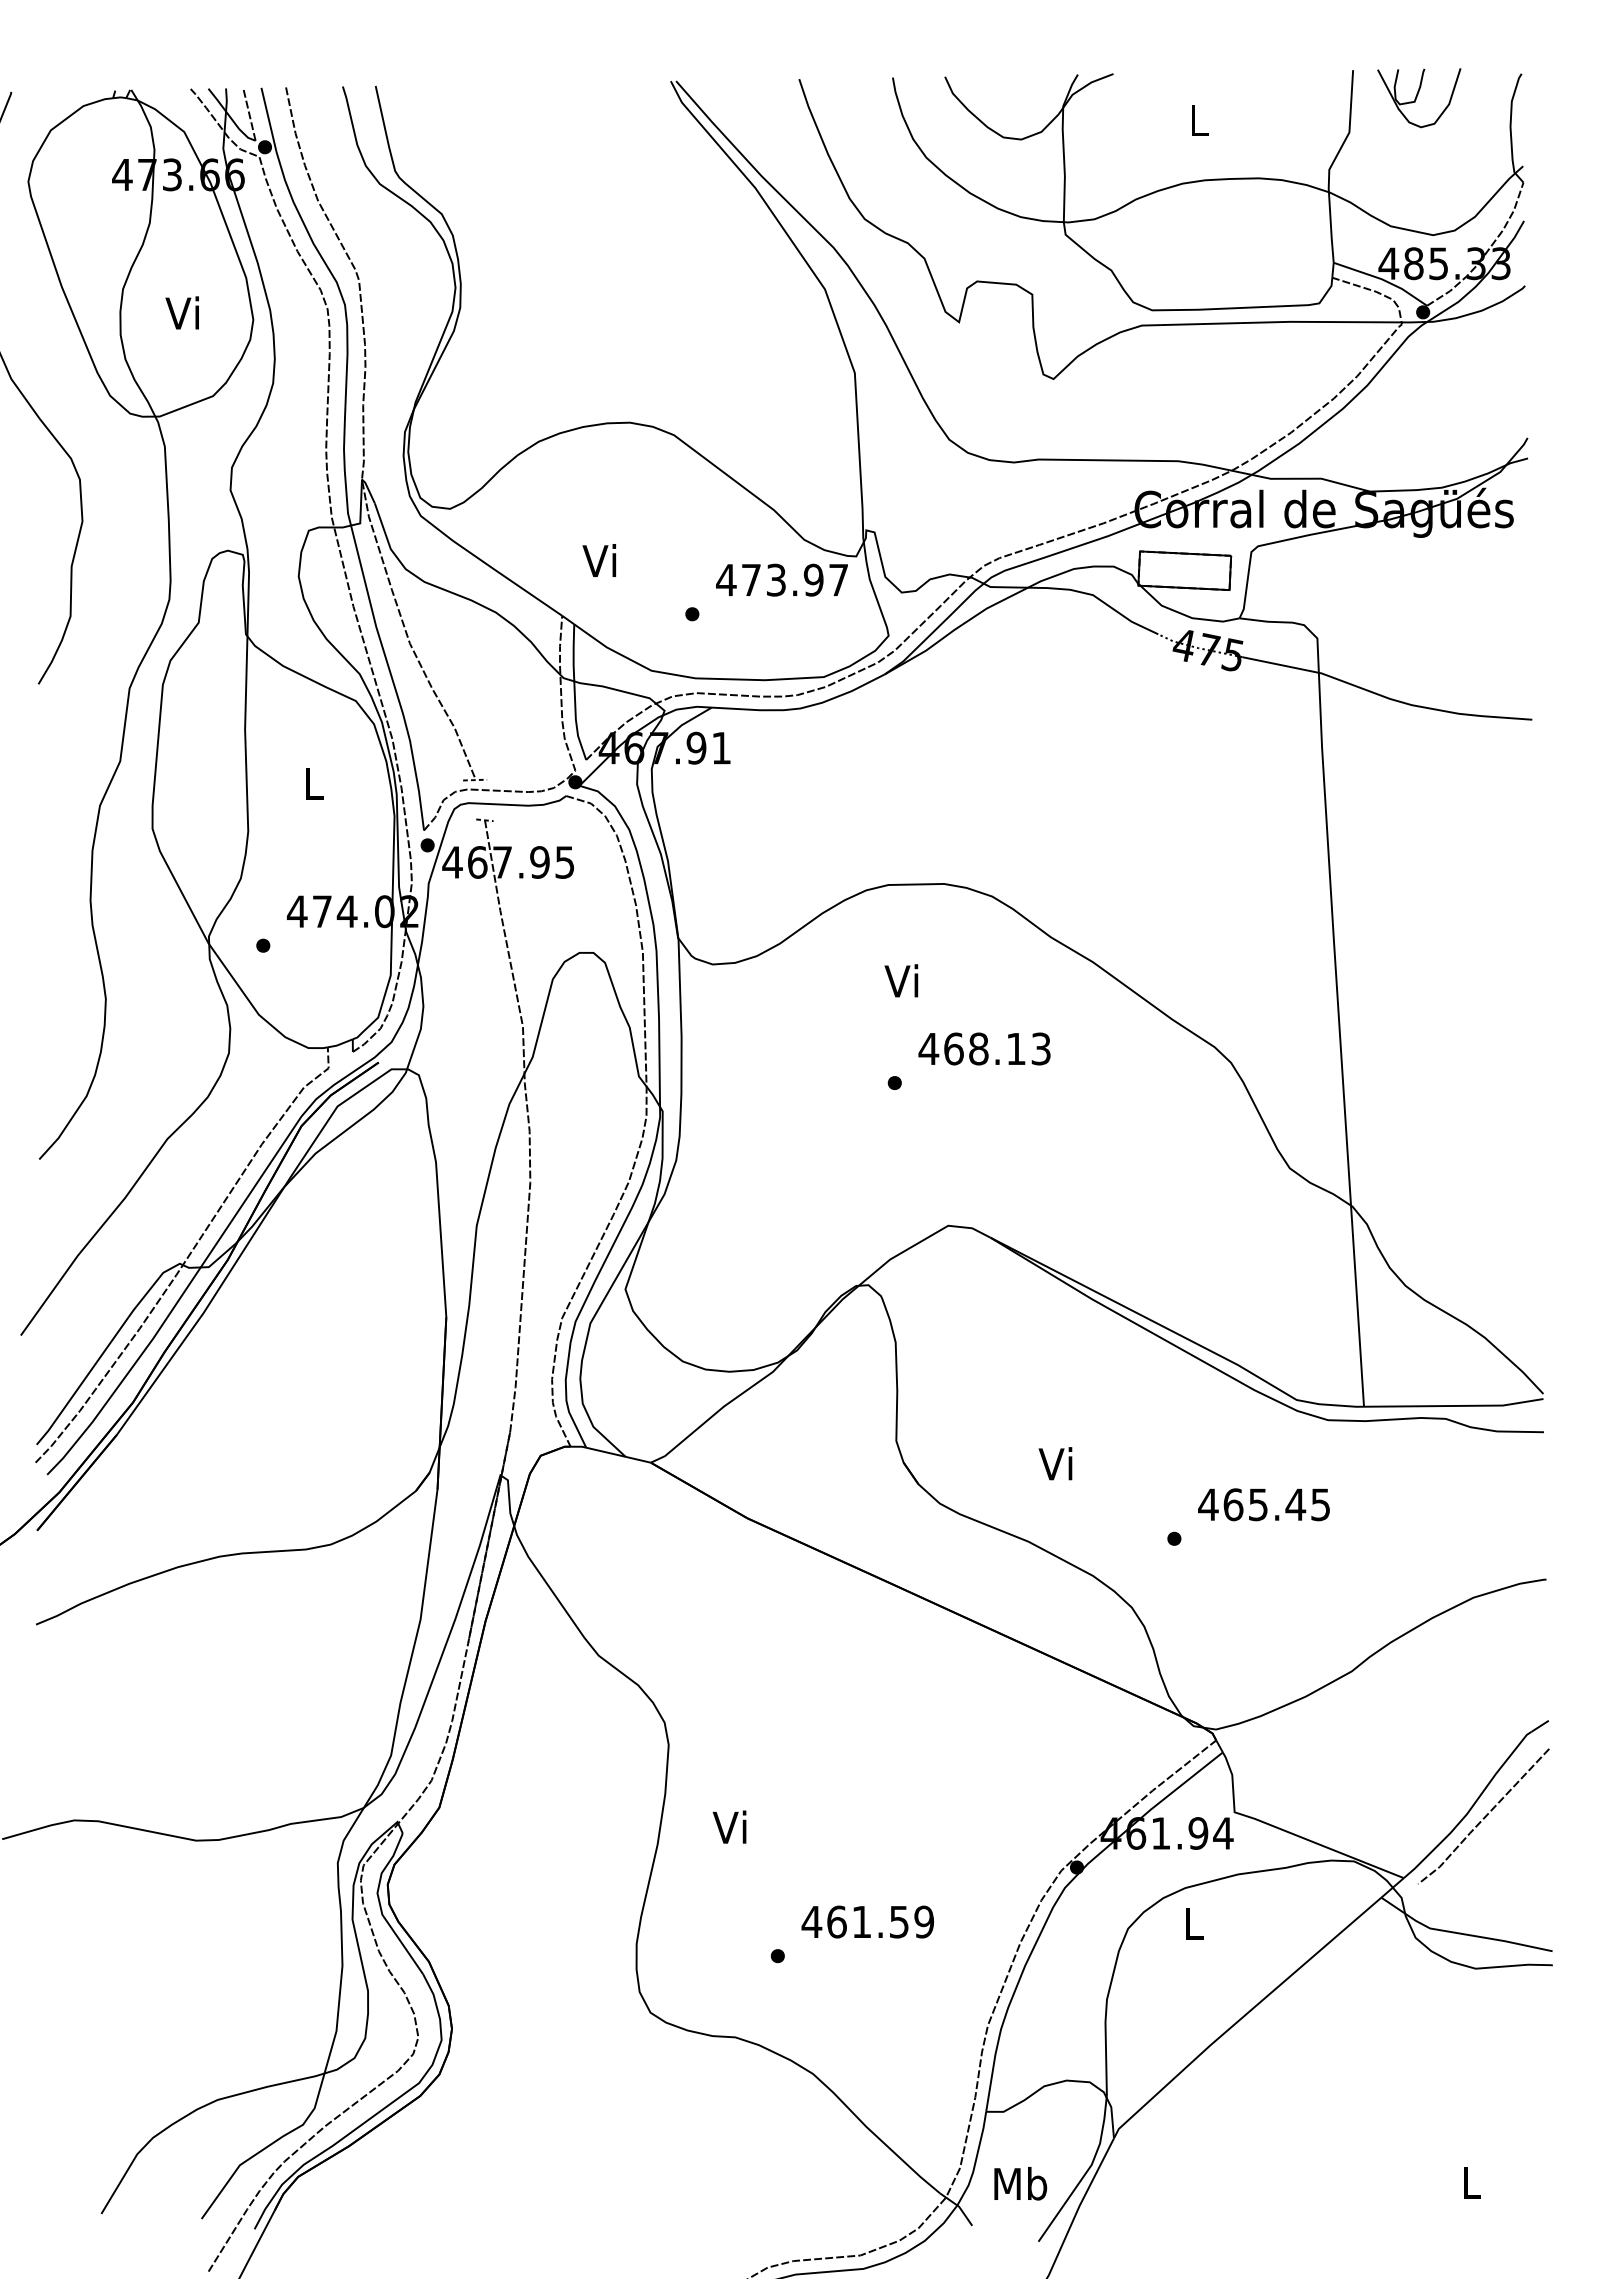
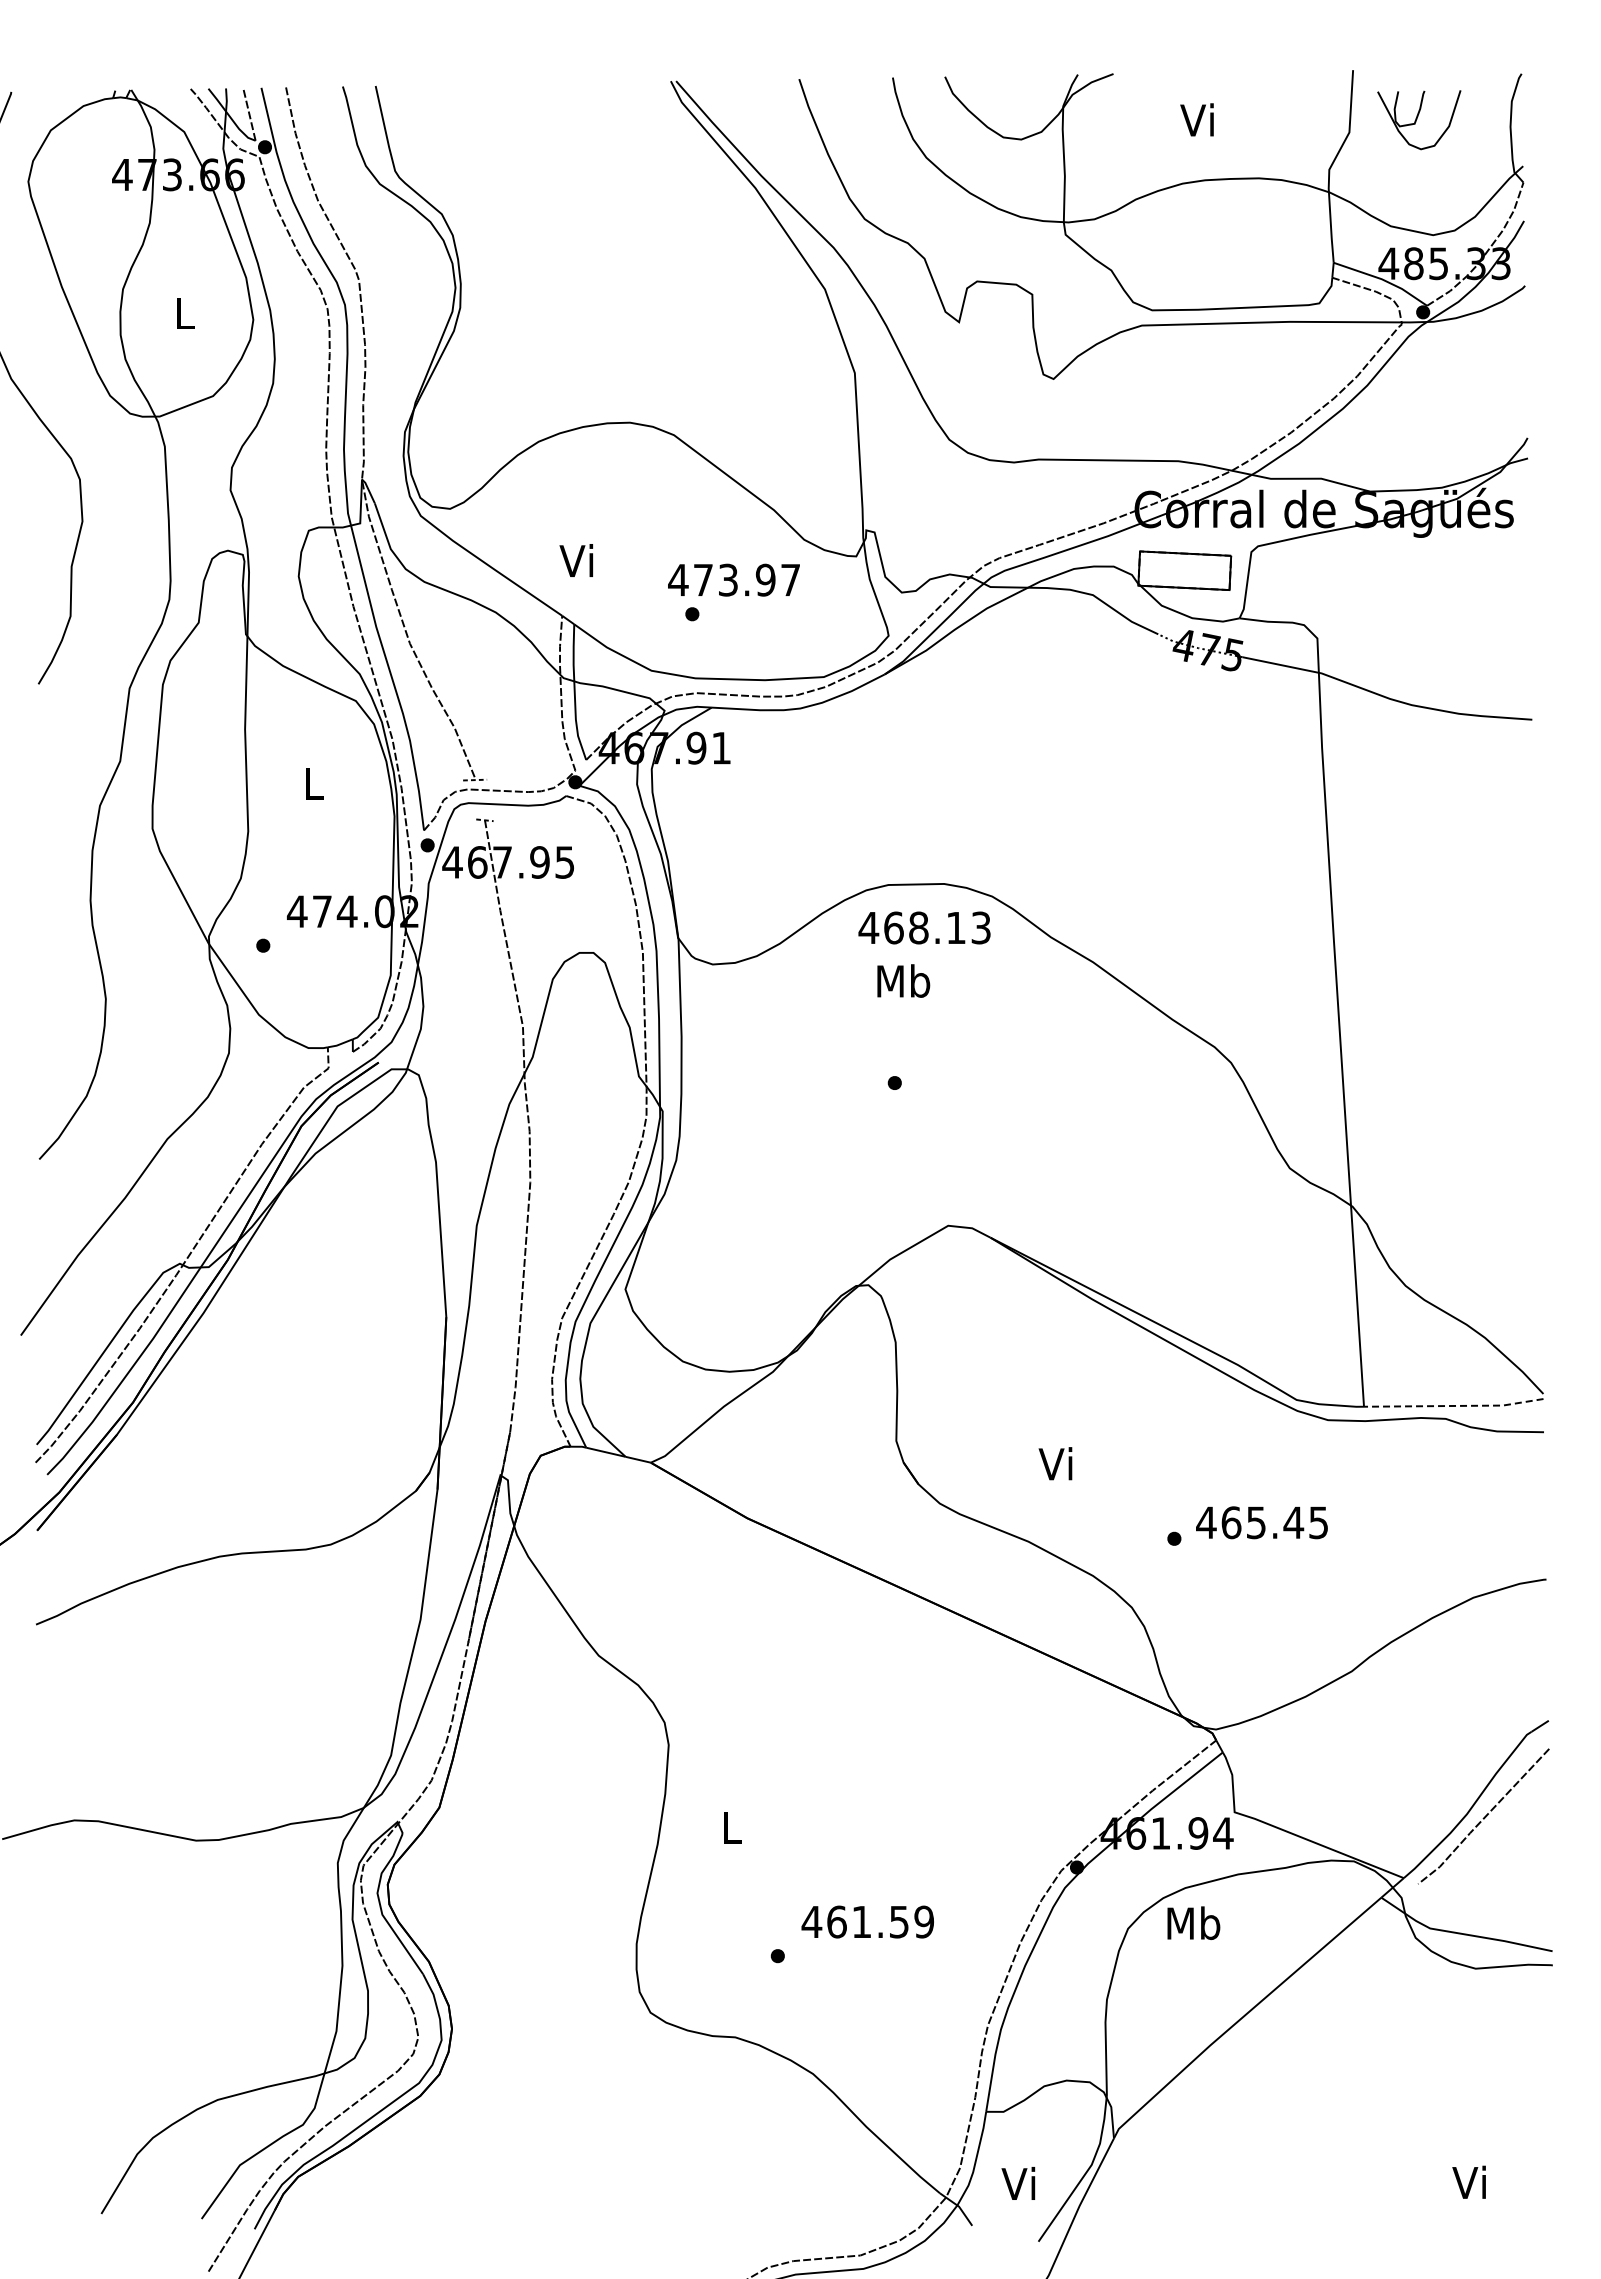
part at (1419, 98) position: (1419, 98) -> (1419, 120)
text at (1196, 119): L -> Vi
text at (181, 312): Vi -> L
text at (598, 560) position: (598, 560) -> (575, 560)
text at (781, 579) position: (781, 579) -> (733, 579)
text at (903, 980): Vi -> Mb
text at (984, 1048) position: (984, 1048) -> (924, 927)
line at (1454, 1405): solid -> dashed
text at (1263, 1504) position: (1263, 1504) -> (1261, 1522)
text at (729, 1826): Vi -> L
text at (1193, 1923): L -> Mb
text at (1468, 2181): L -> Vi
text at (1020, 2183): Mb -> Vi
